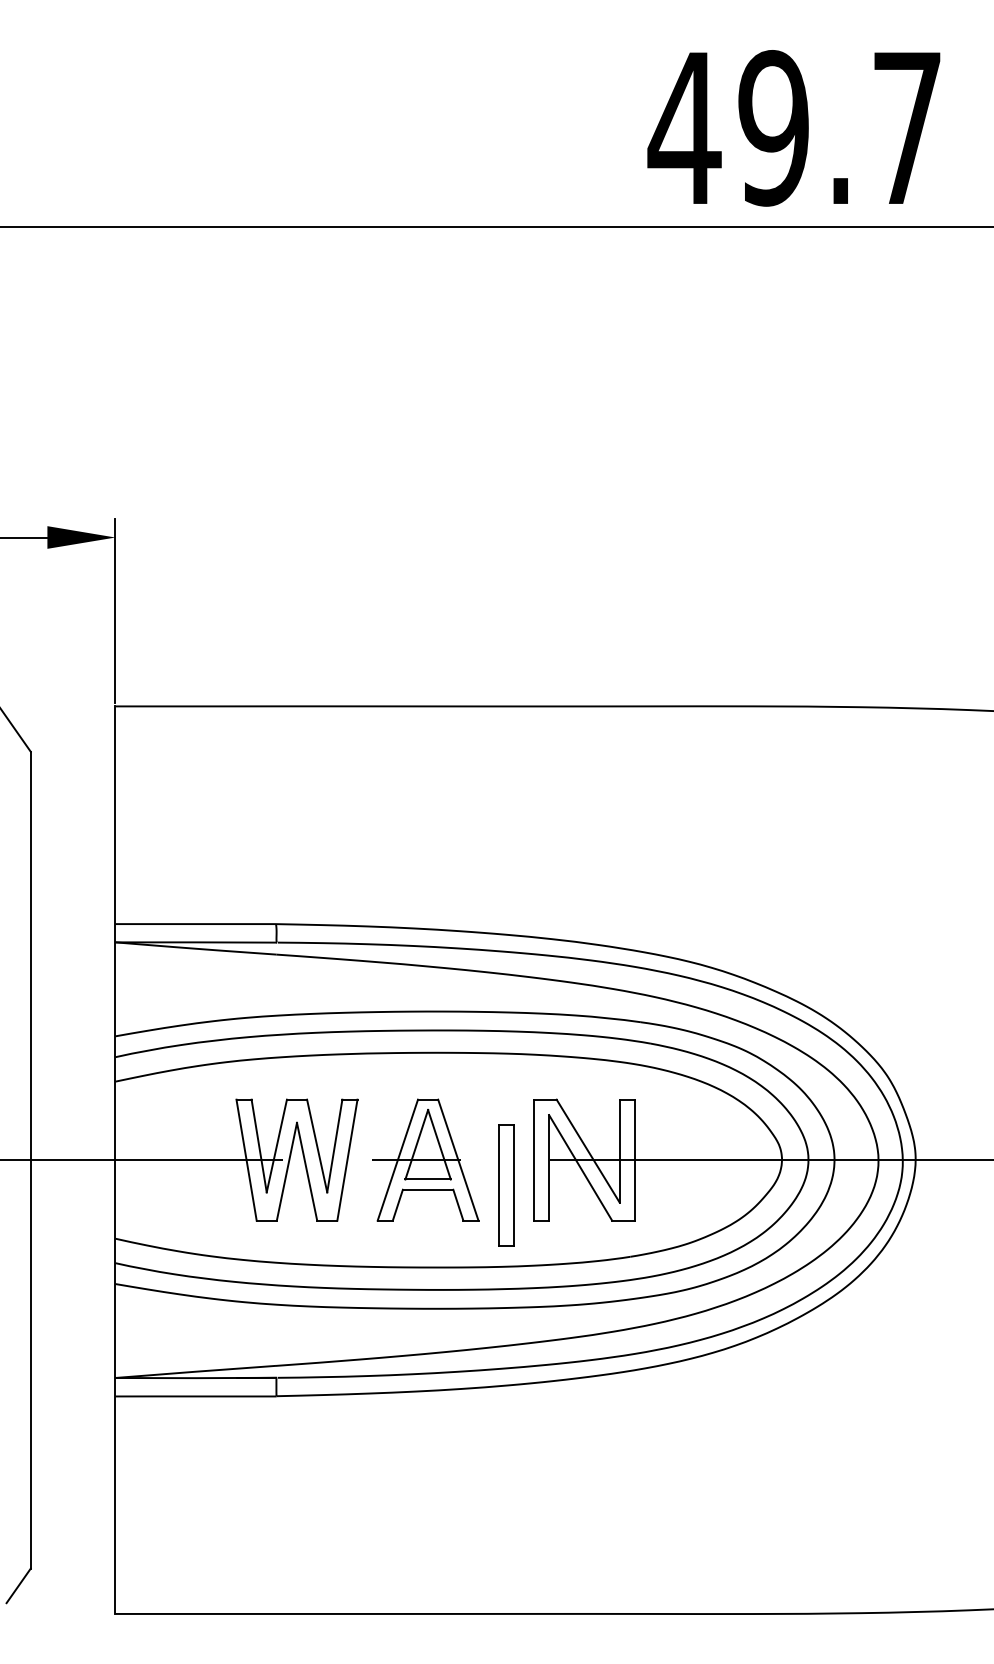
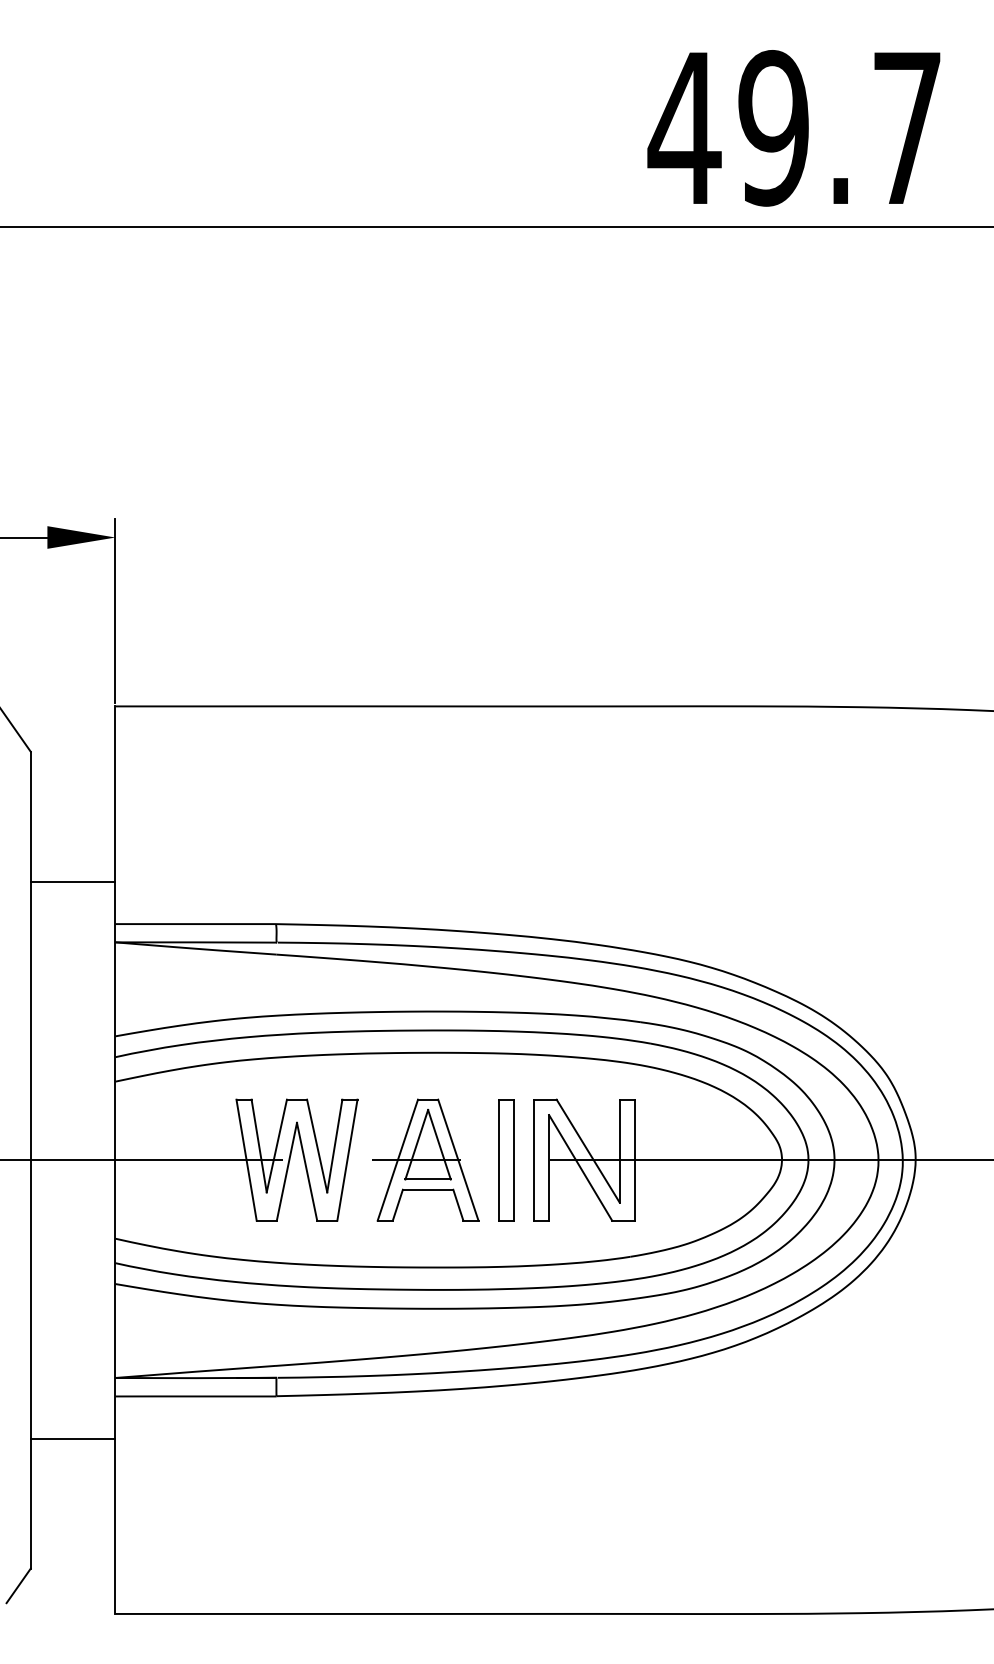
line at (72, 881): none -> present
part at (506, 1185) position: (506, 1185) -> (506, 1160)
line at (72, 1438): none -> present
